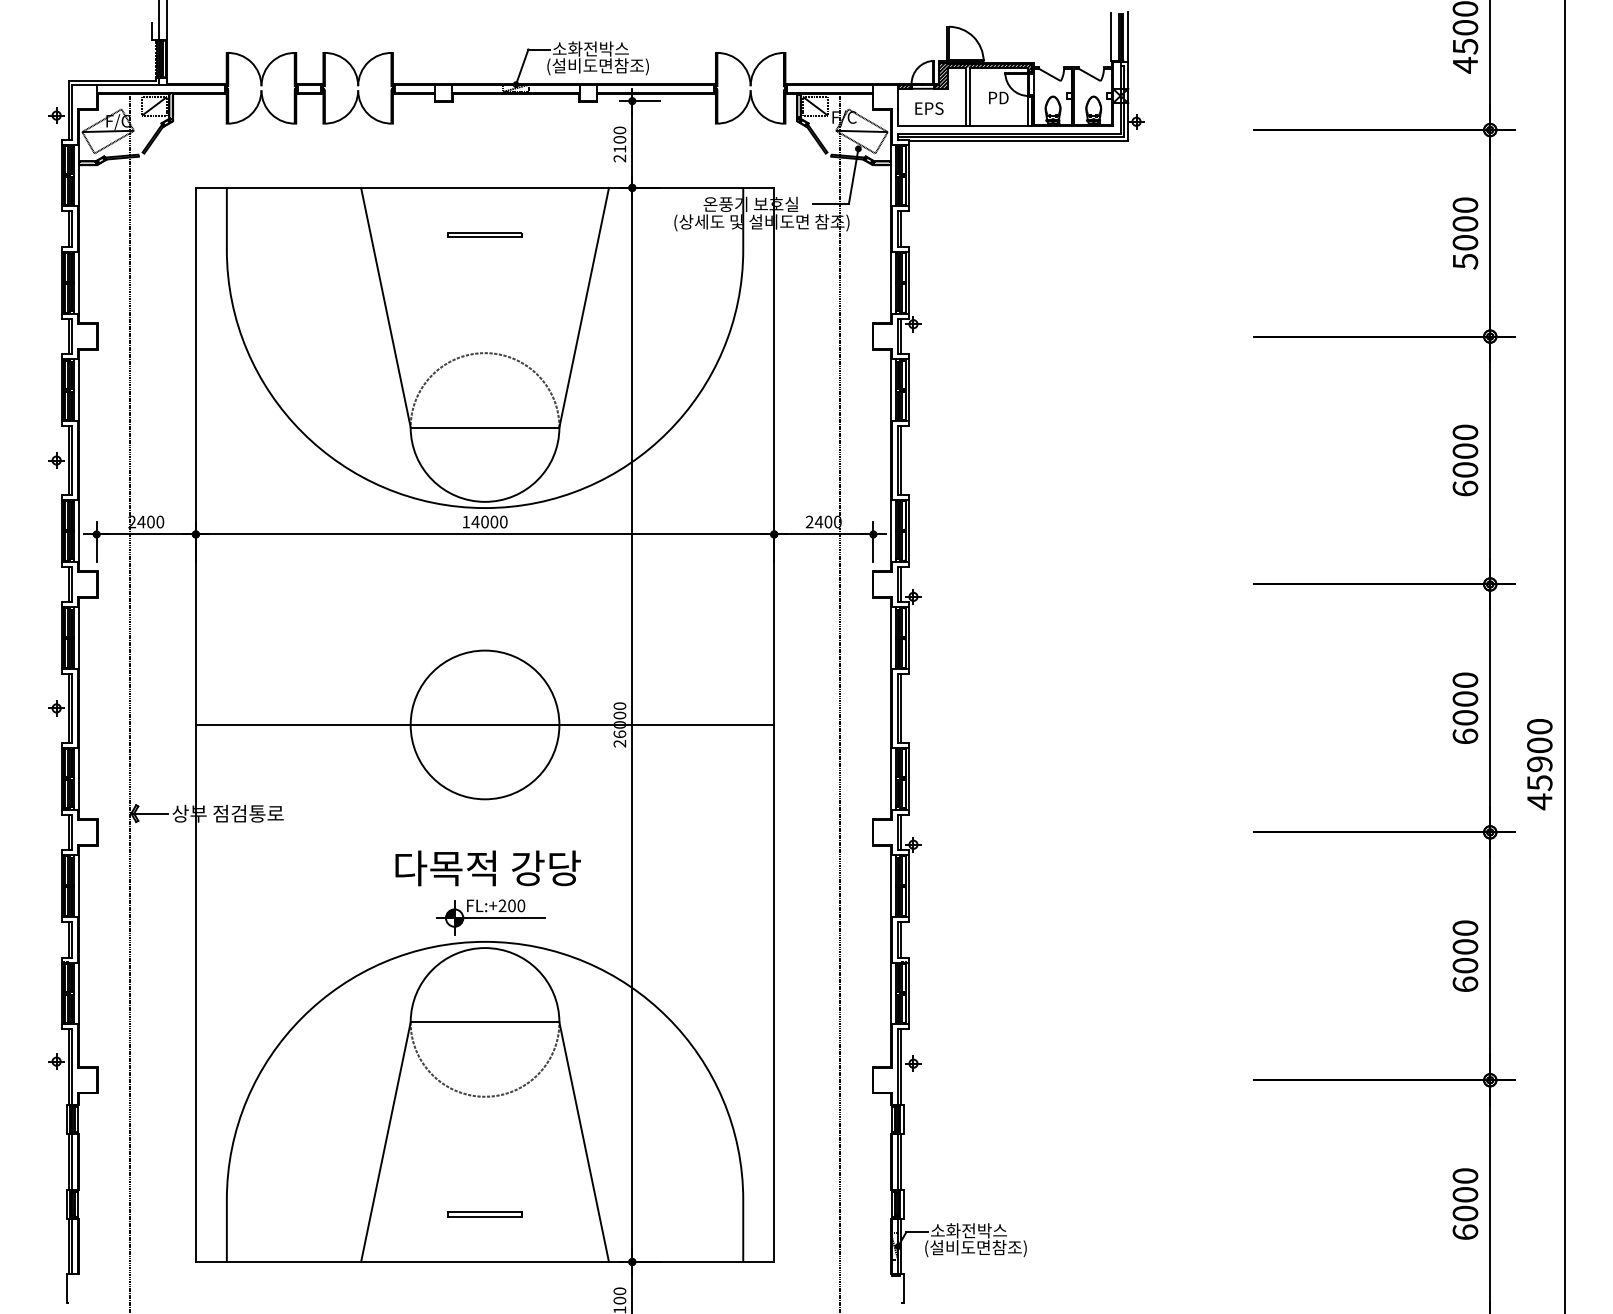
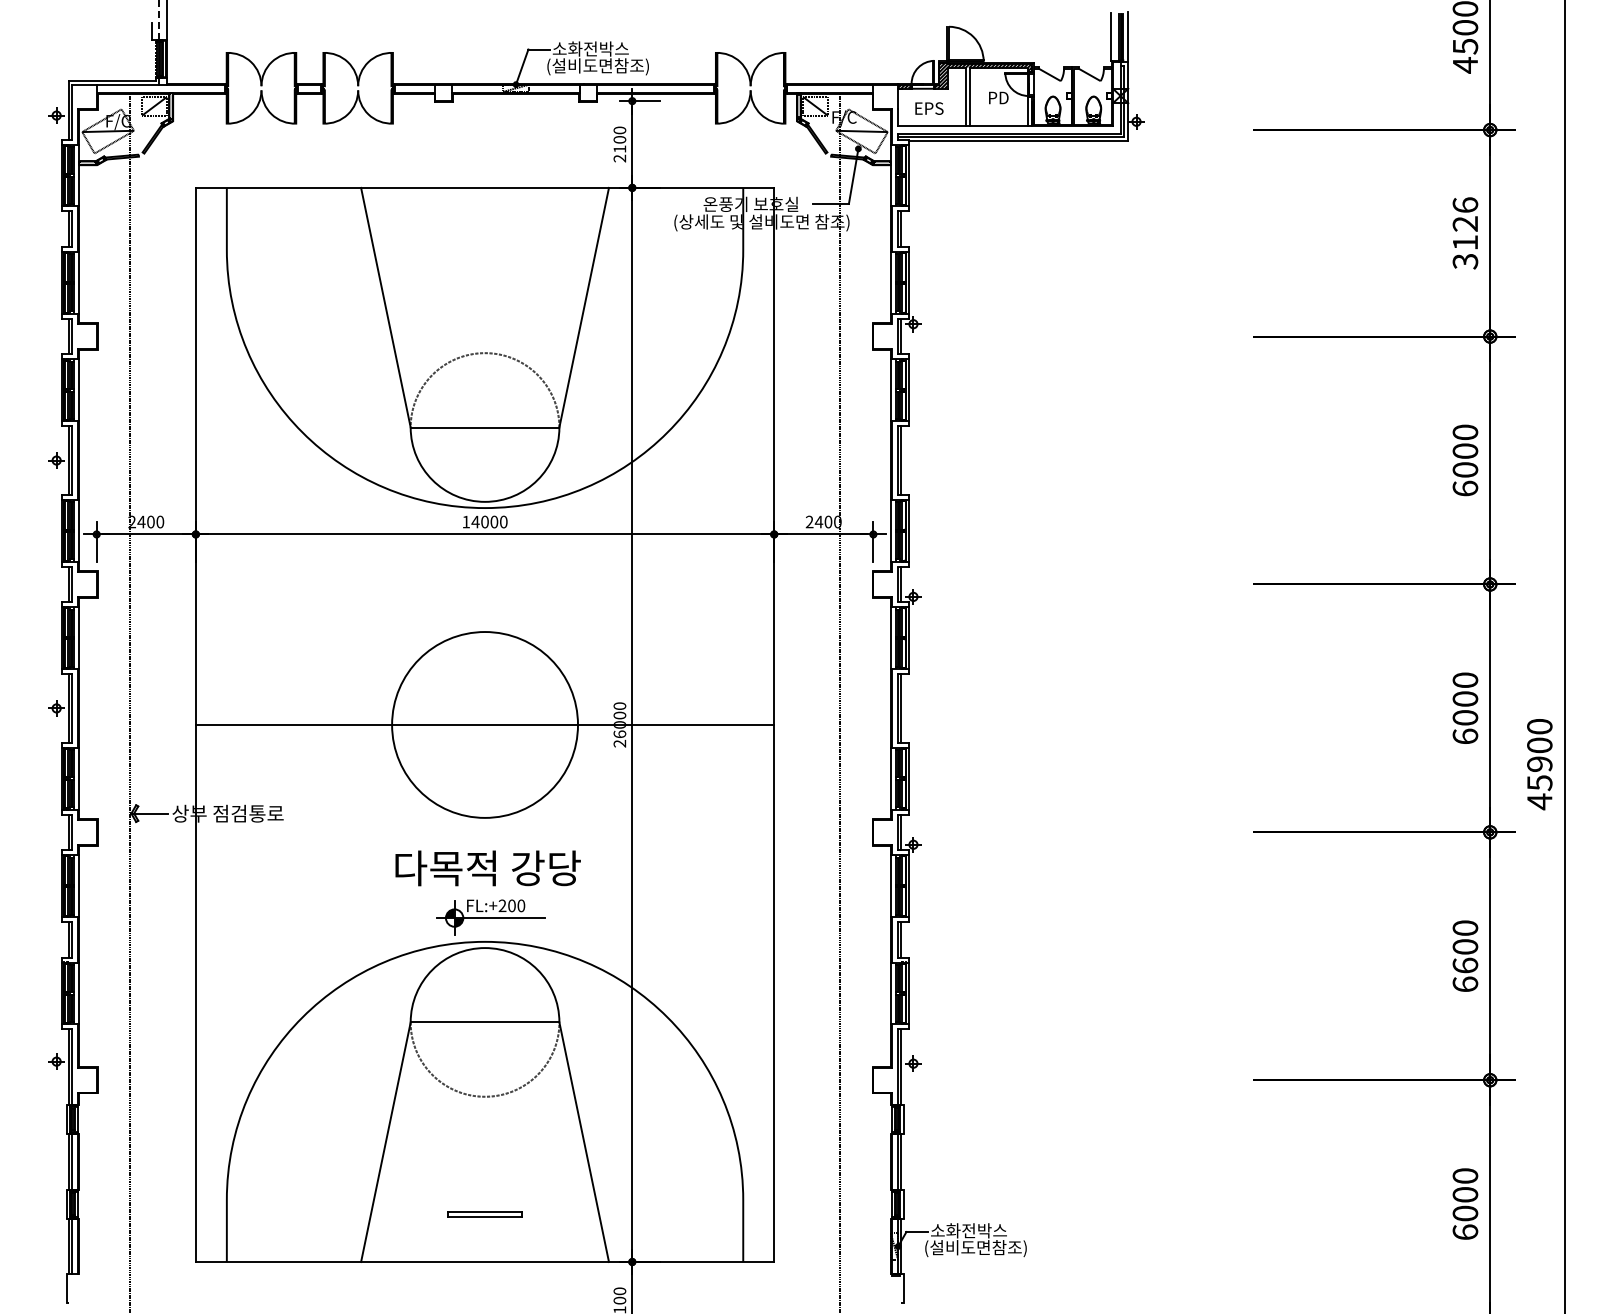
line at (158, 20): solid -> dashed
text at (1465, 233): 5000 -> 3126
part at (484, 234): present -> none
circle at (484, 724) diameter: 149 px -> 186 px
text at (1465, 965): 6000 -> 6600
